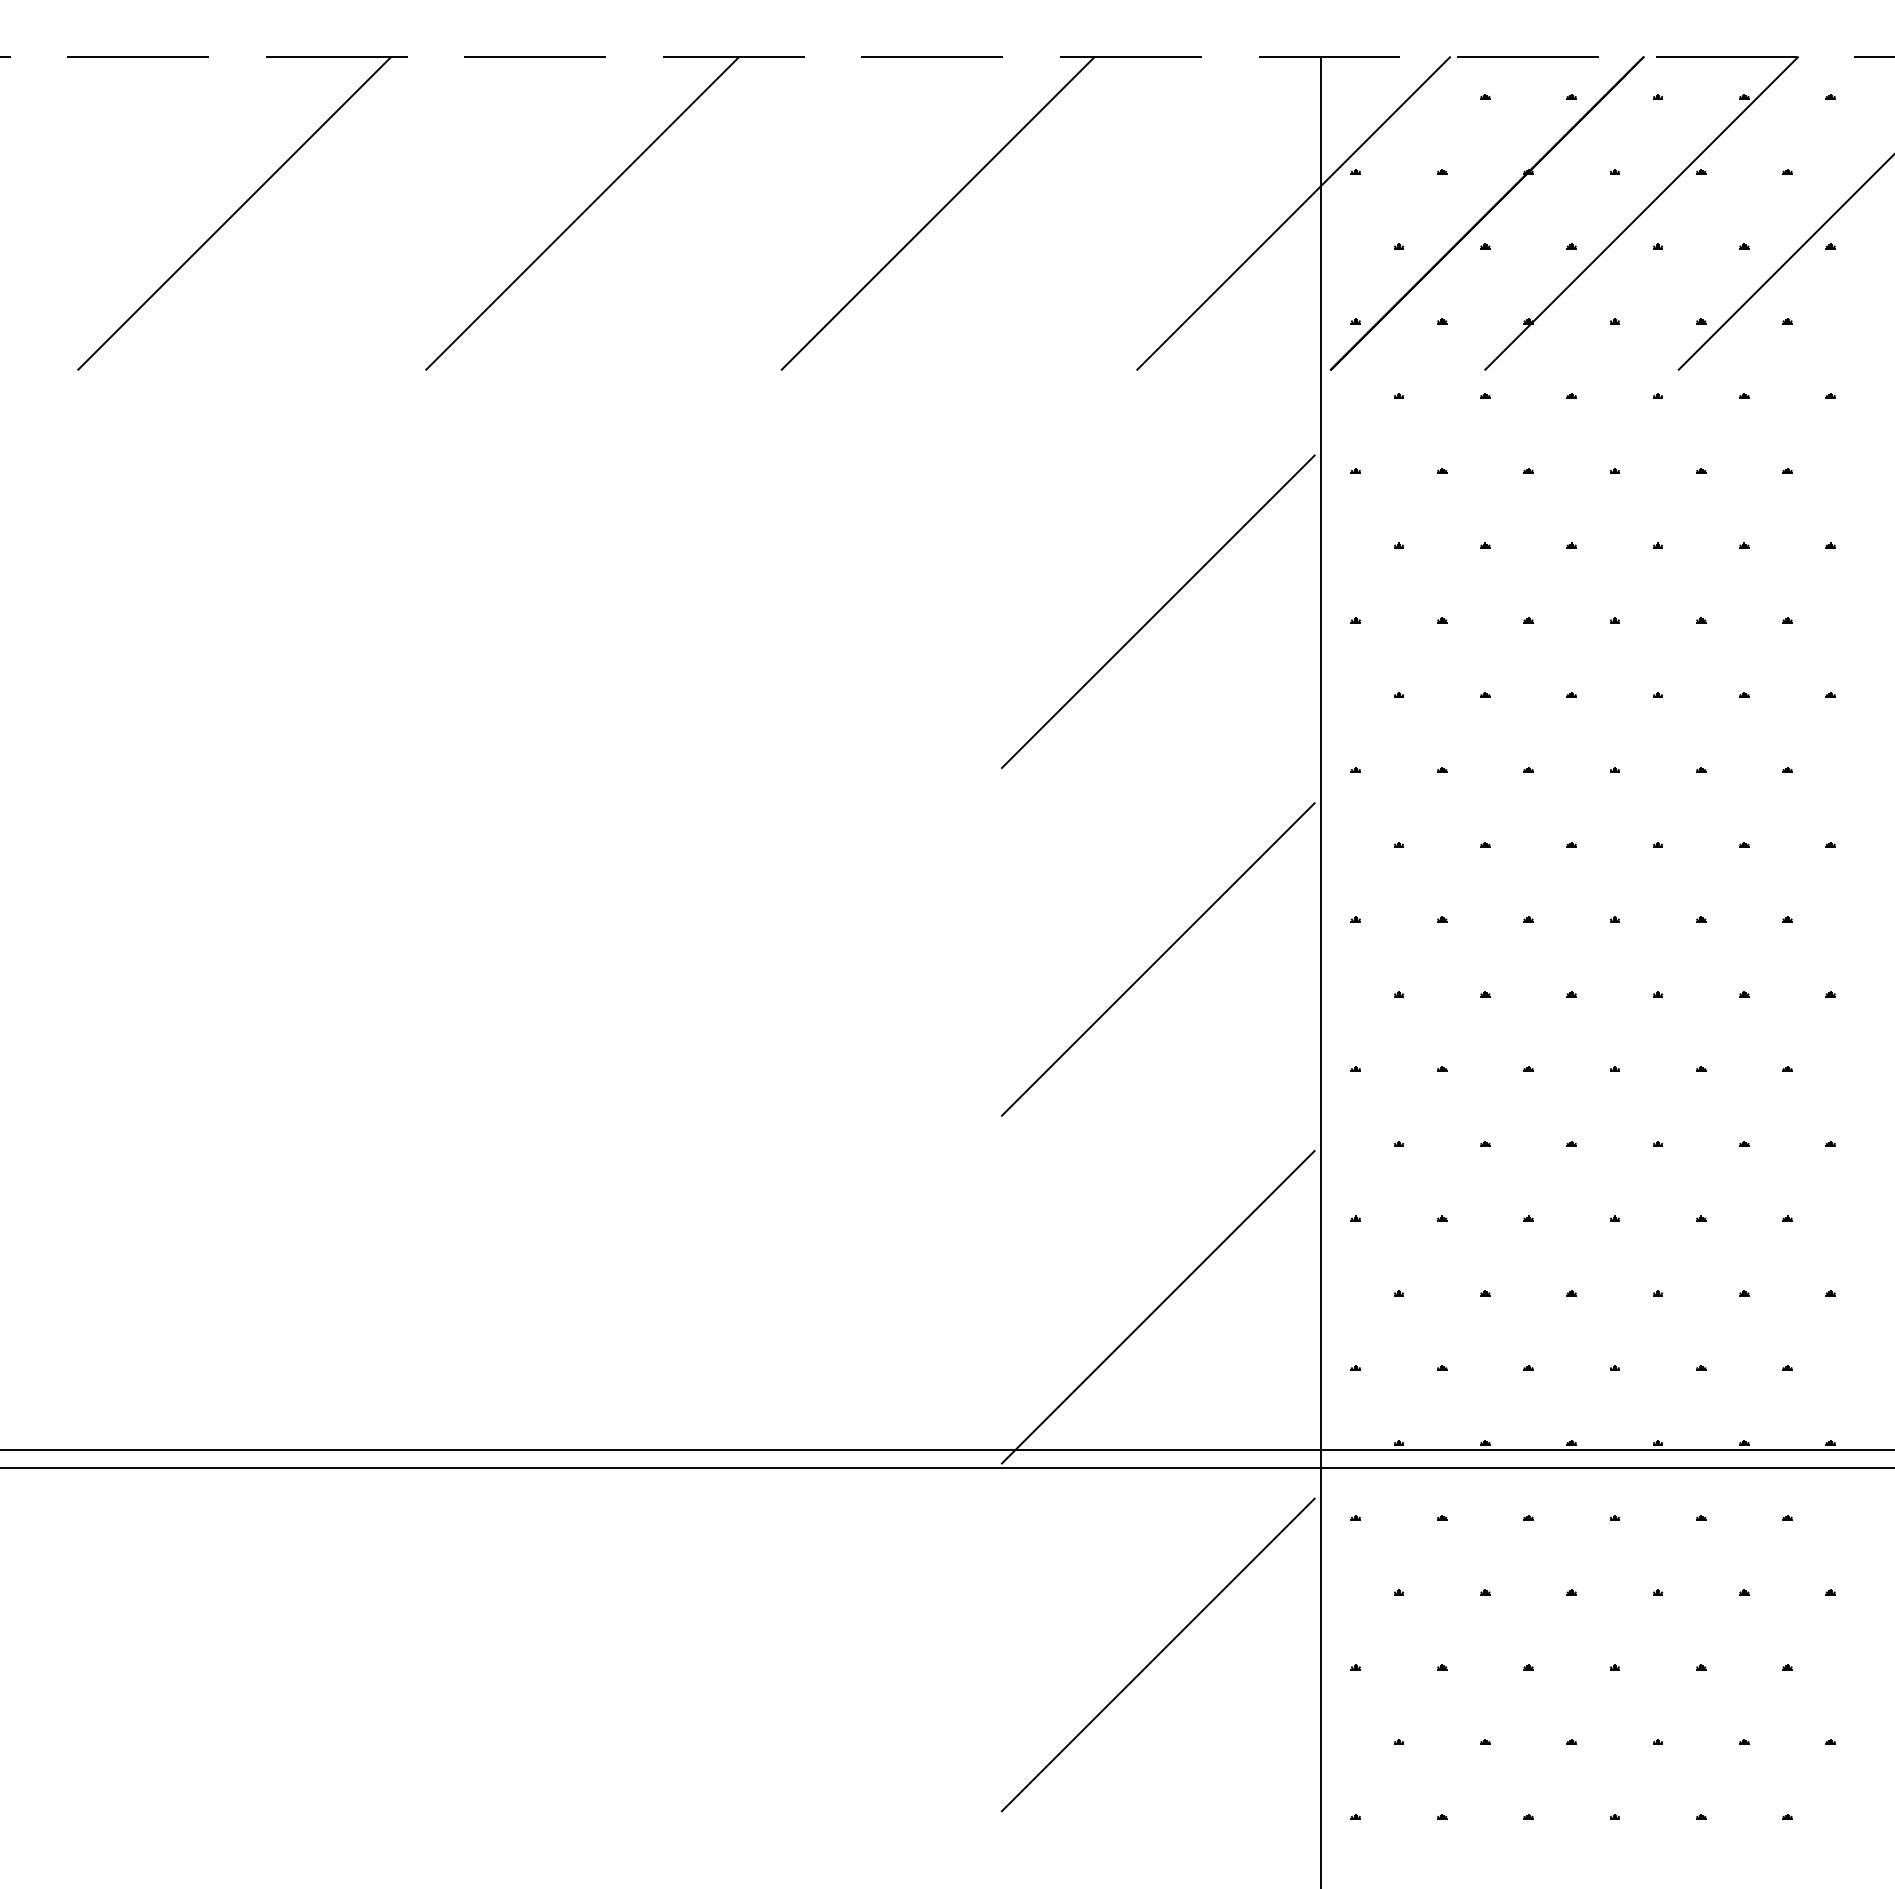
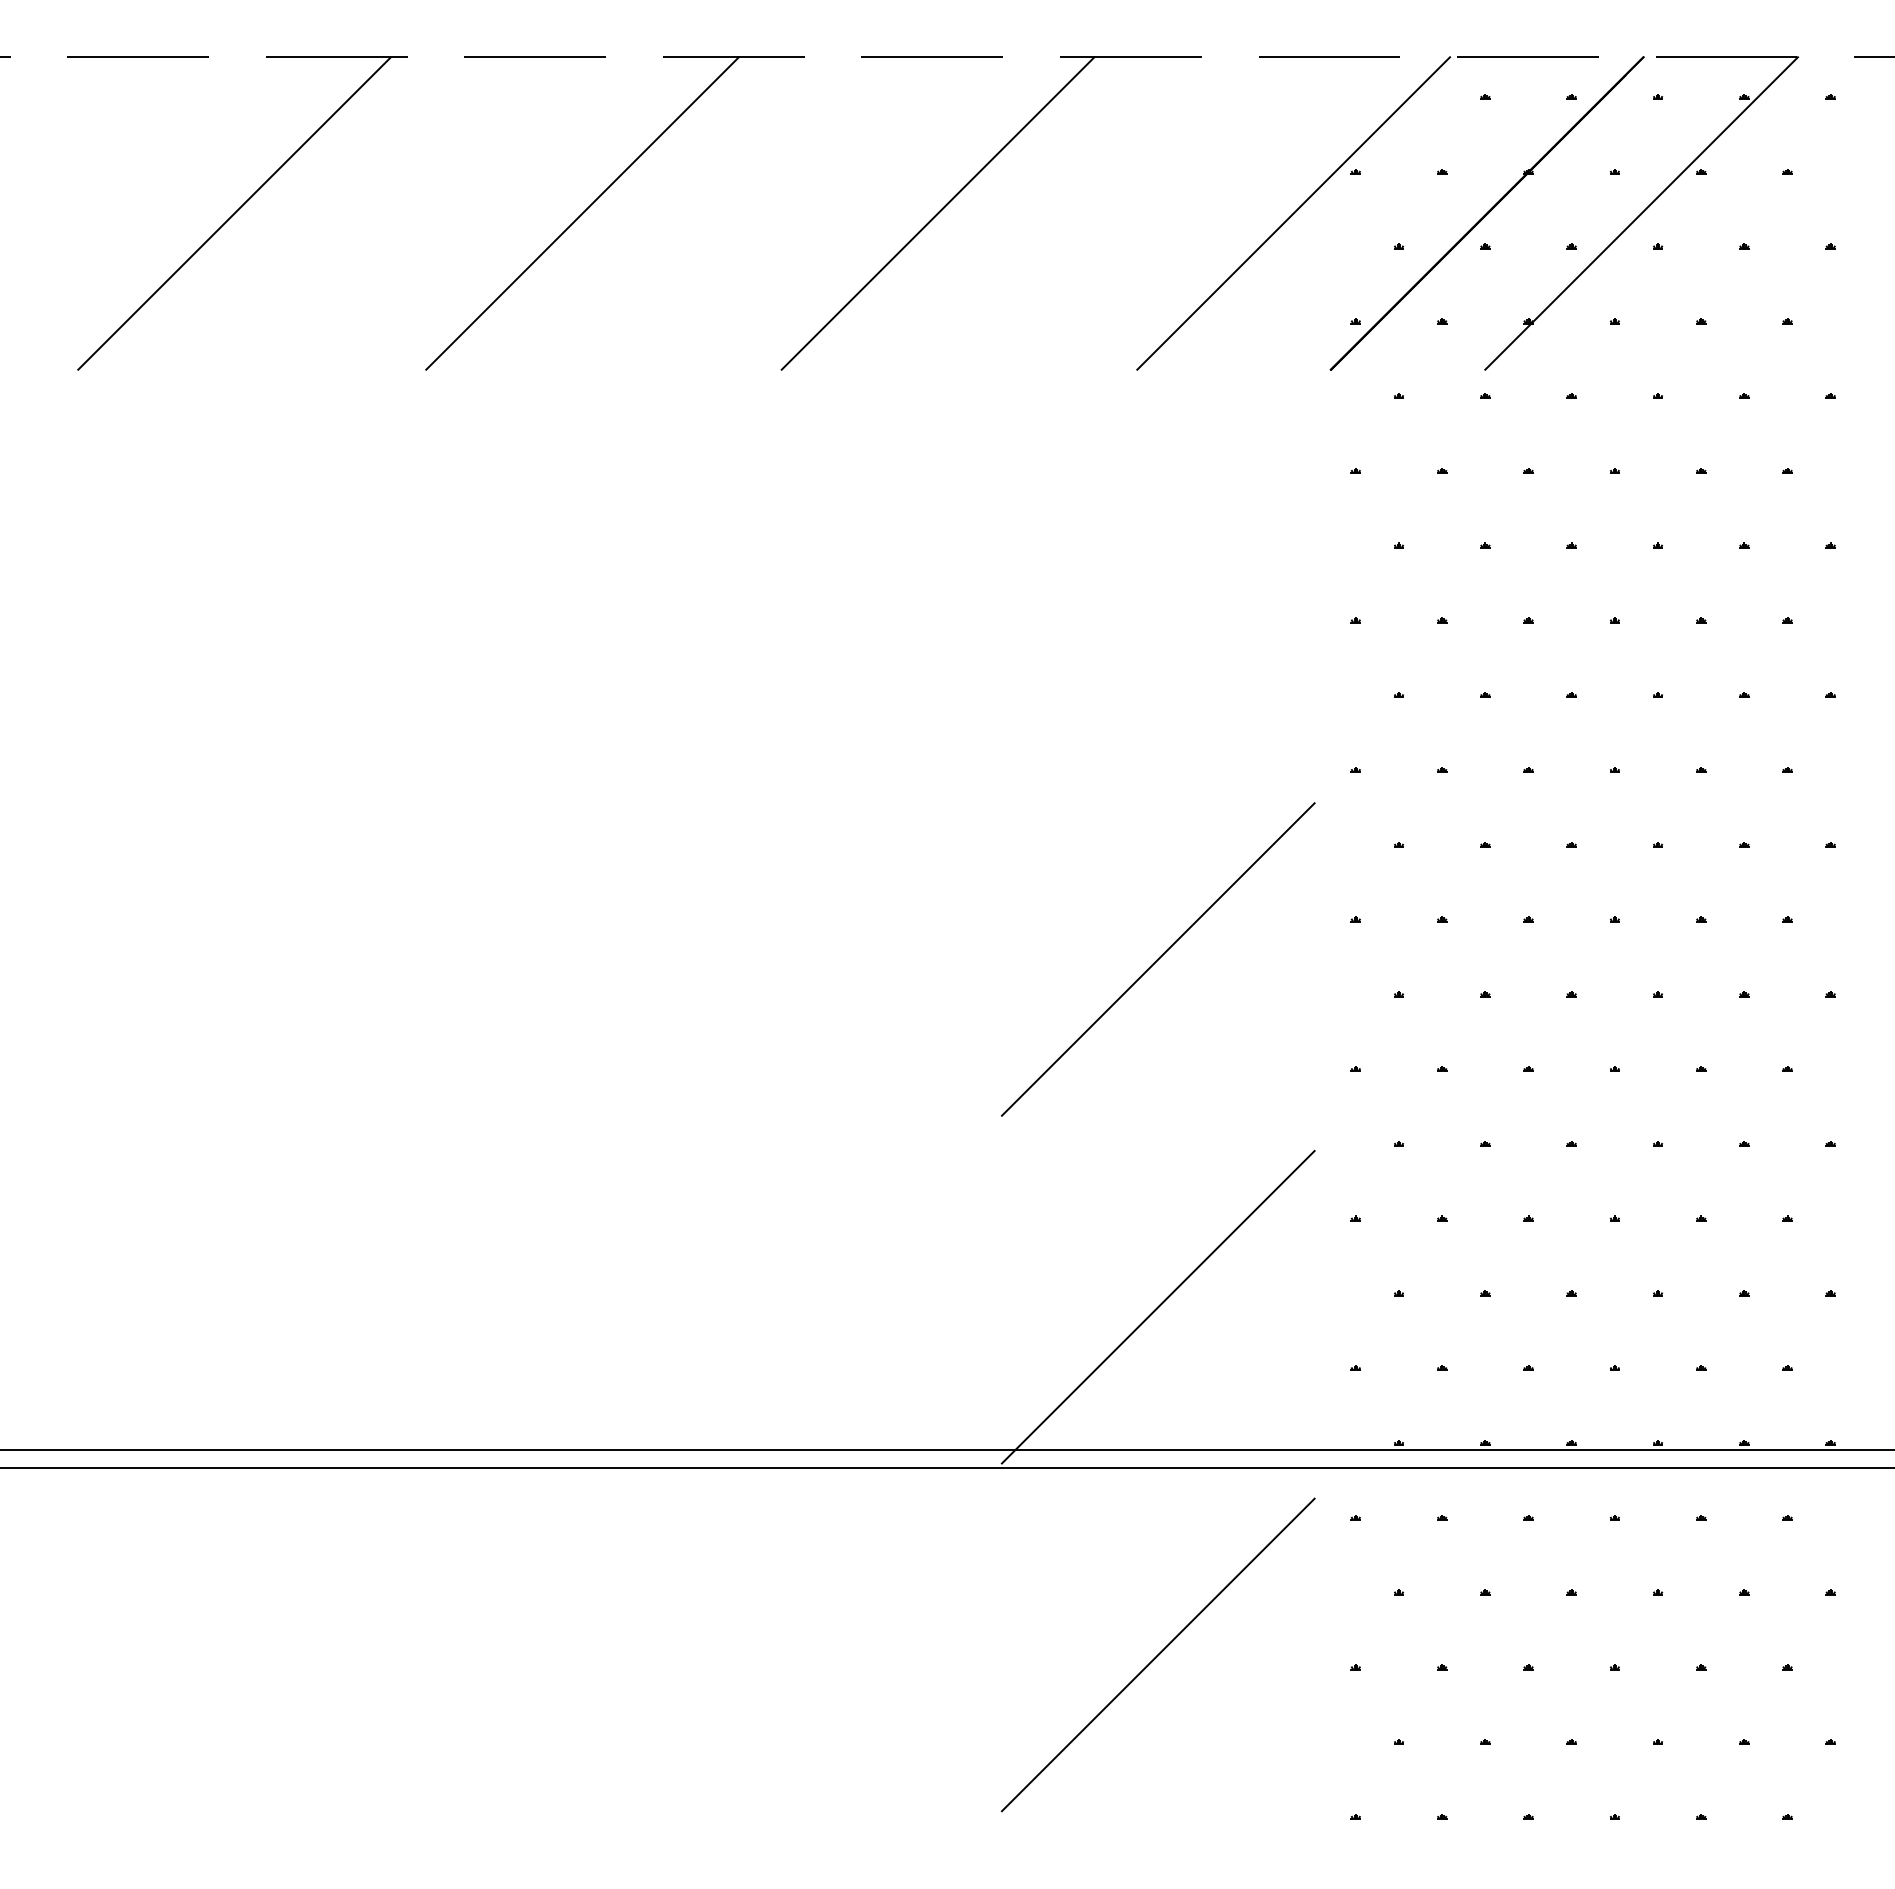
line at (1784, 263): present -> none
line at (1158, 611): present -> none
line at (1320, 970): present -> none
